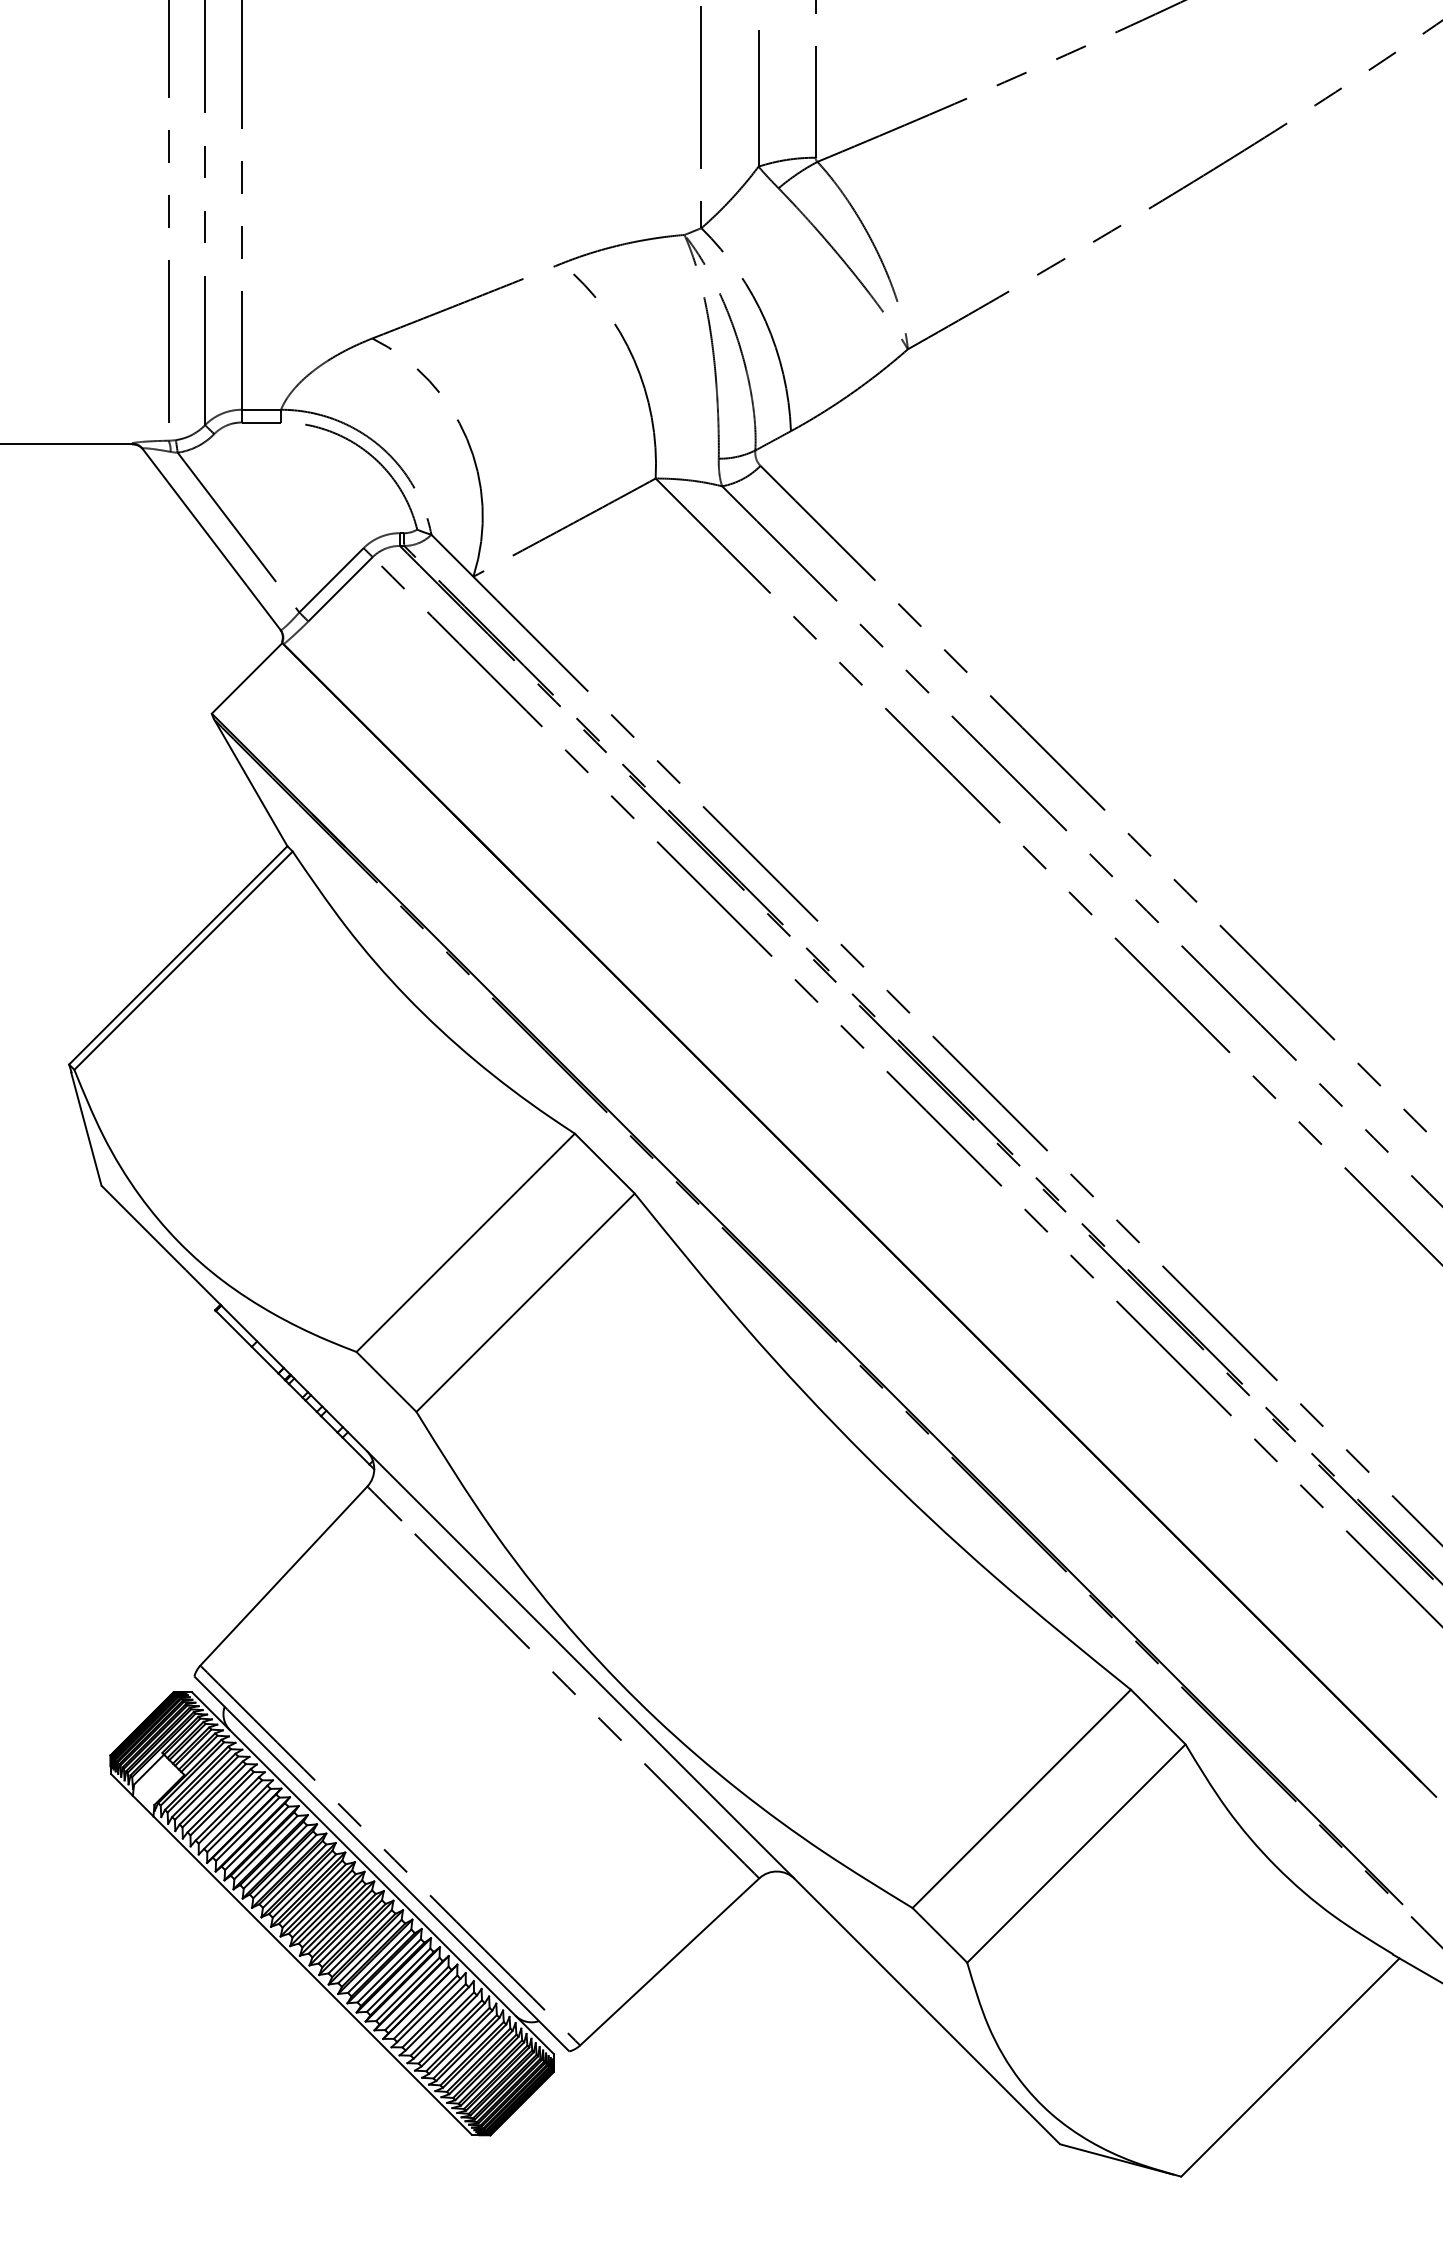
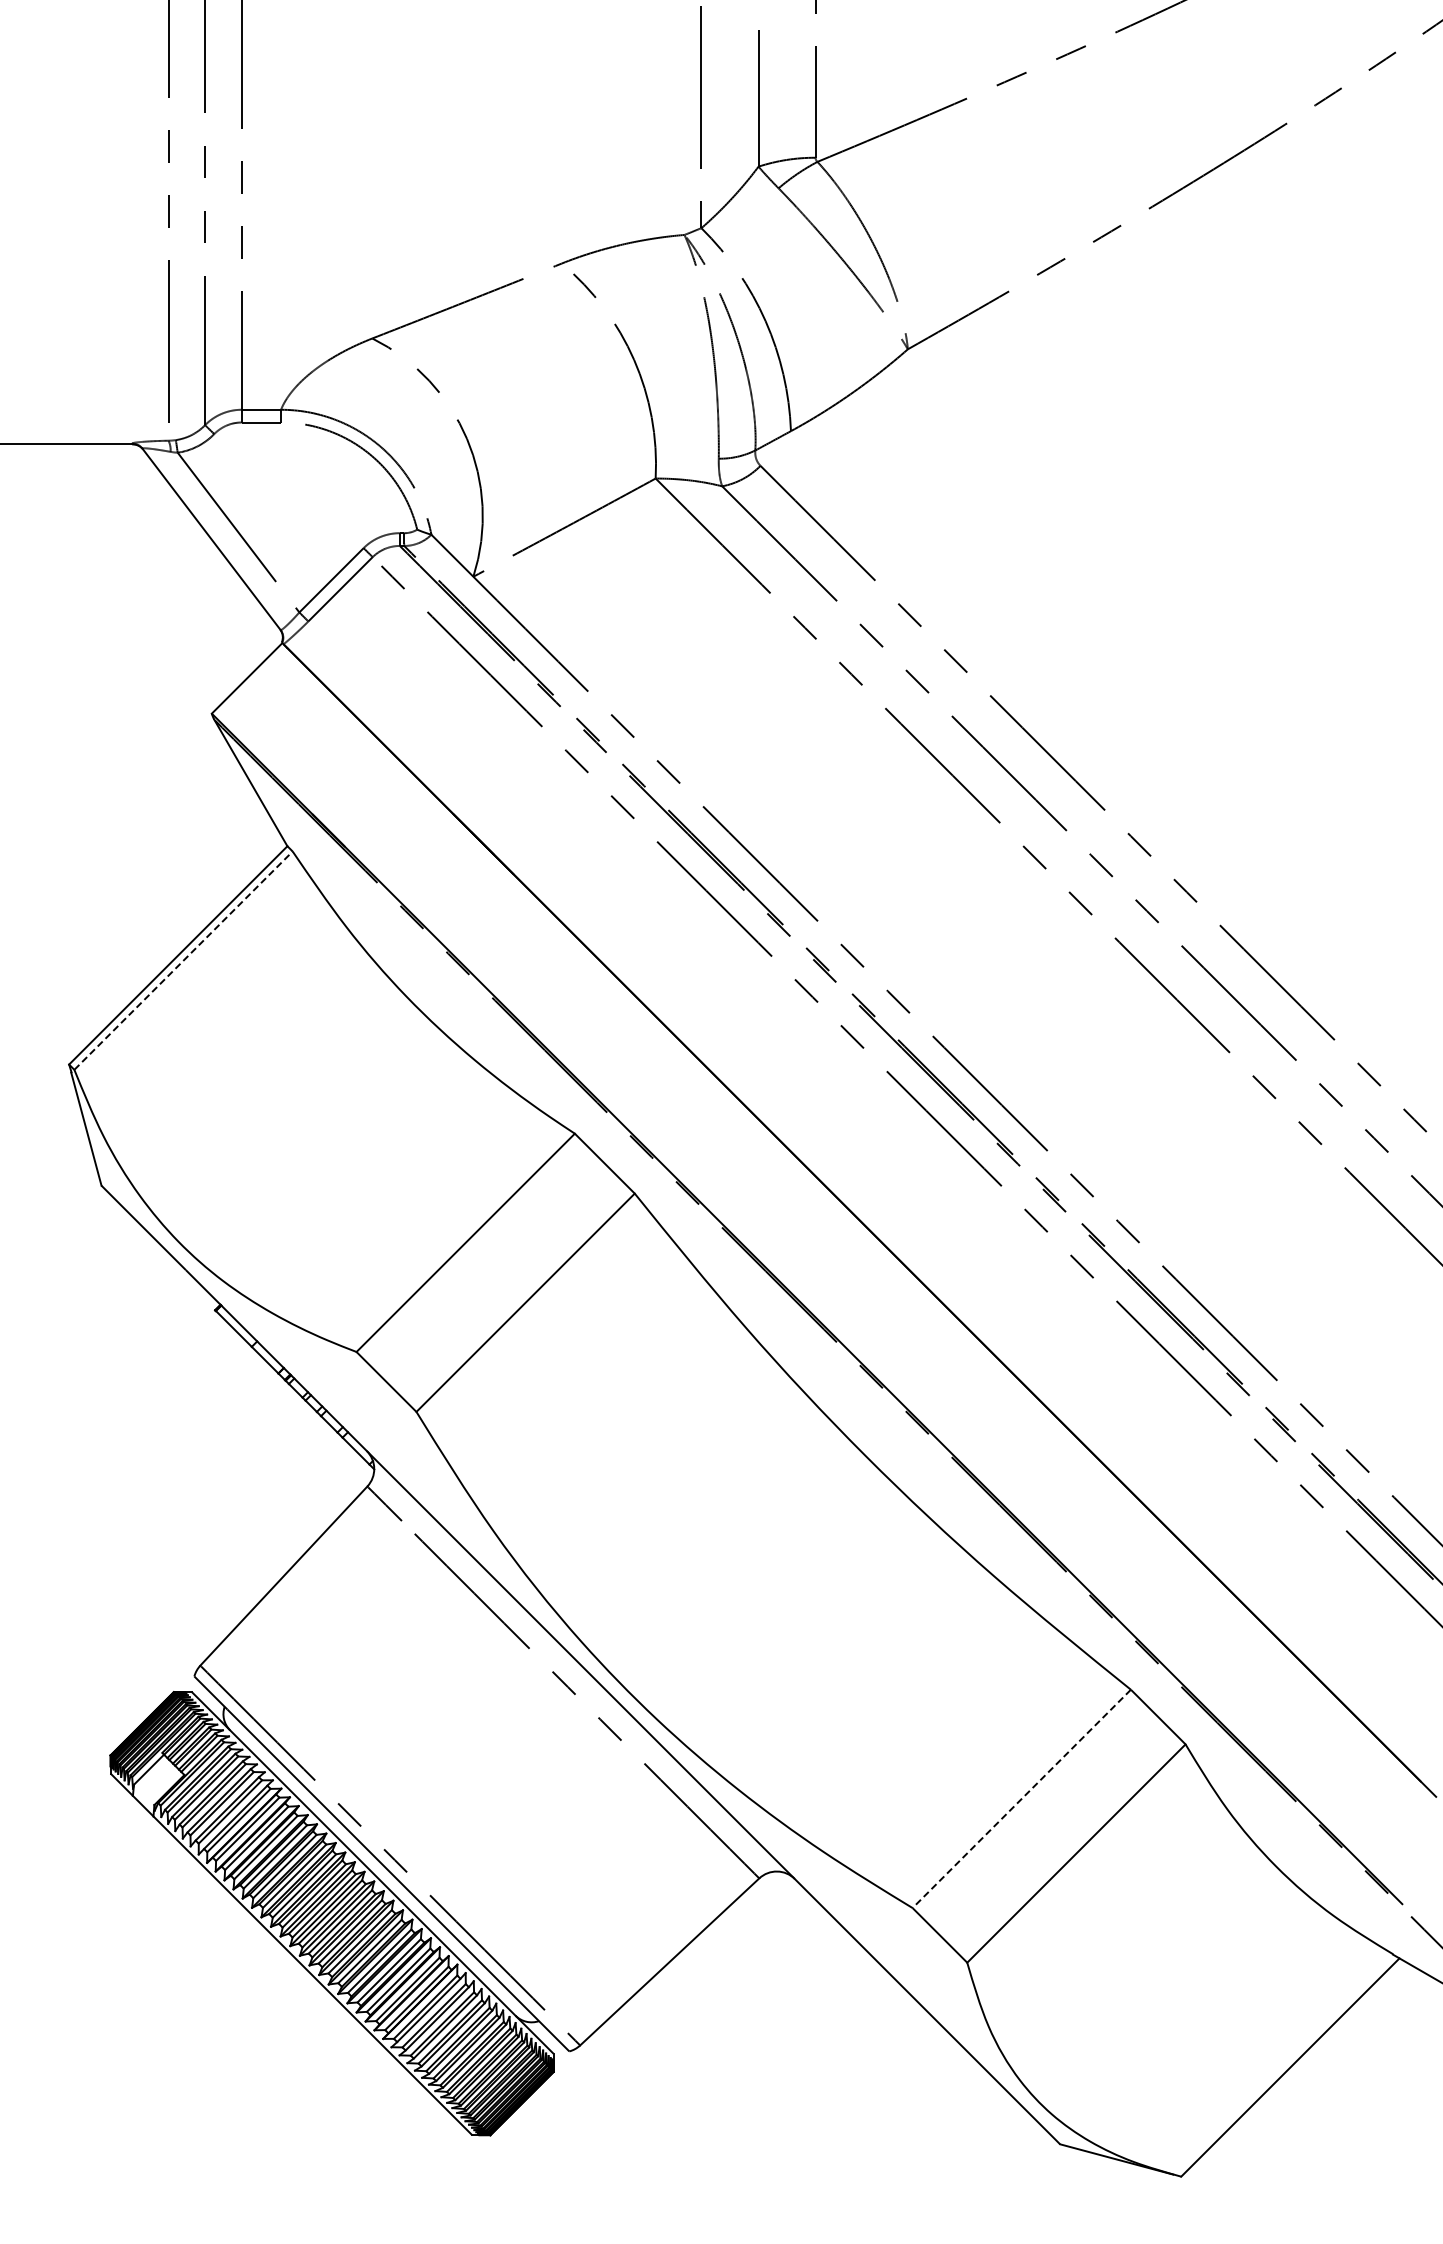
line at (183, 960): solid -> dashed
line at (1021, 1799): solid -> dashed
